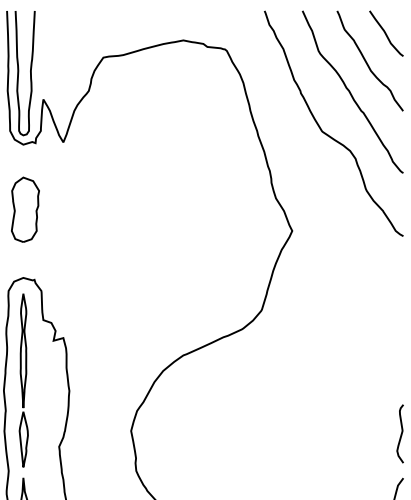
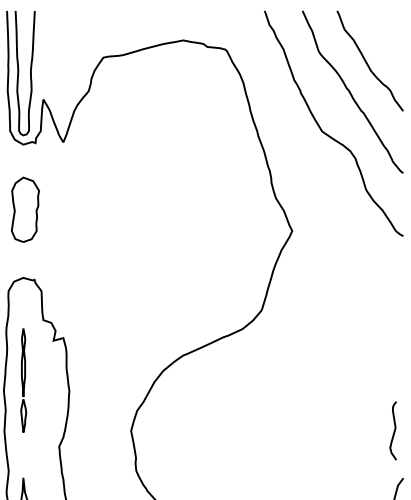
curve at (386, 33): present -> none
part at (23, 380) size: 11x175 px -> 8x105 px
curve at (400, 434) position: (400, 434) -> (393, 431)
